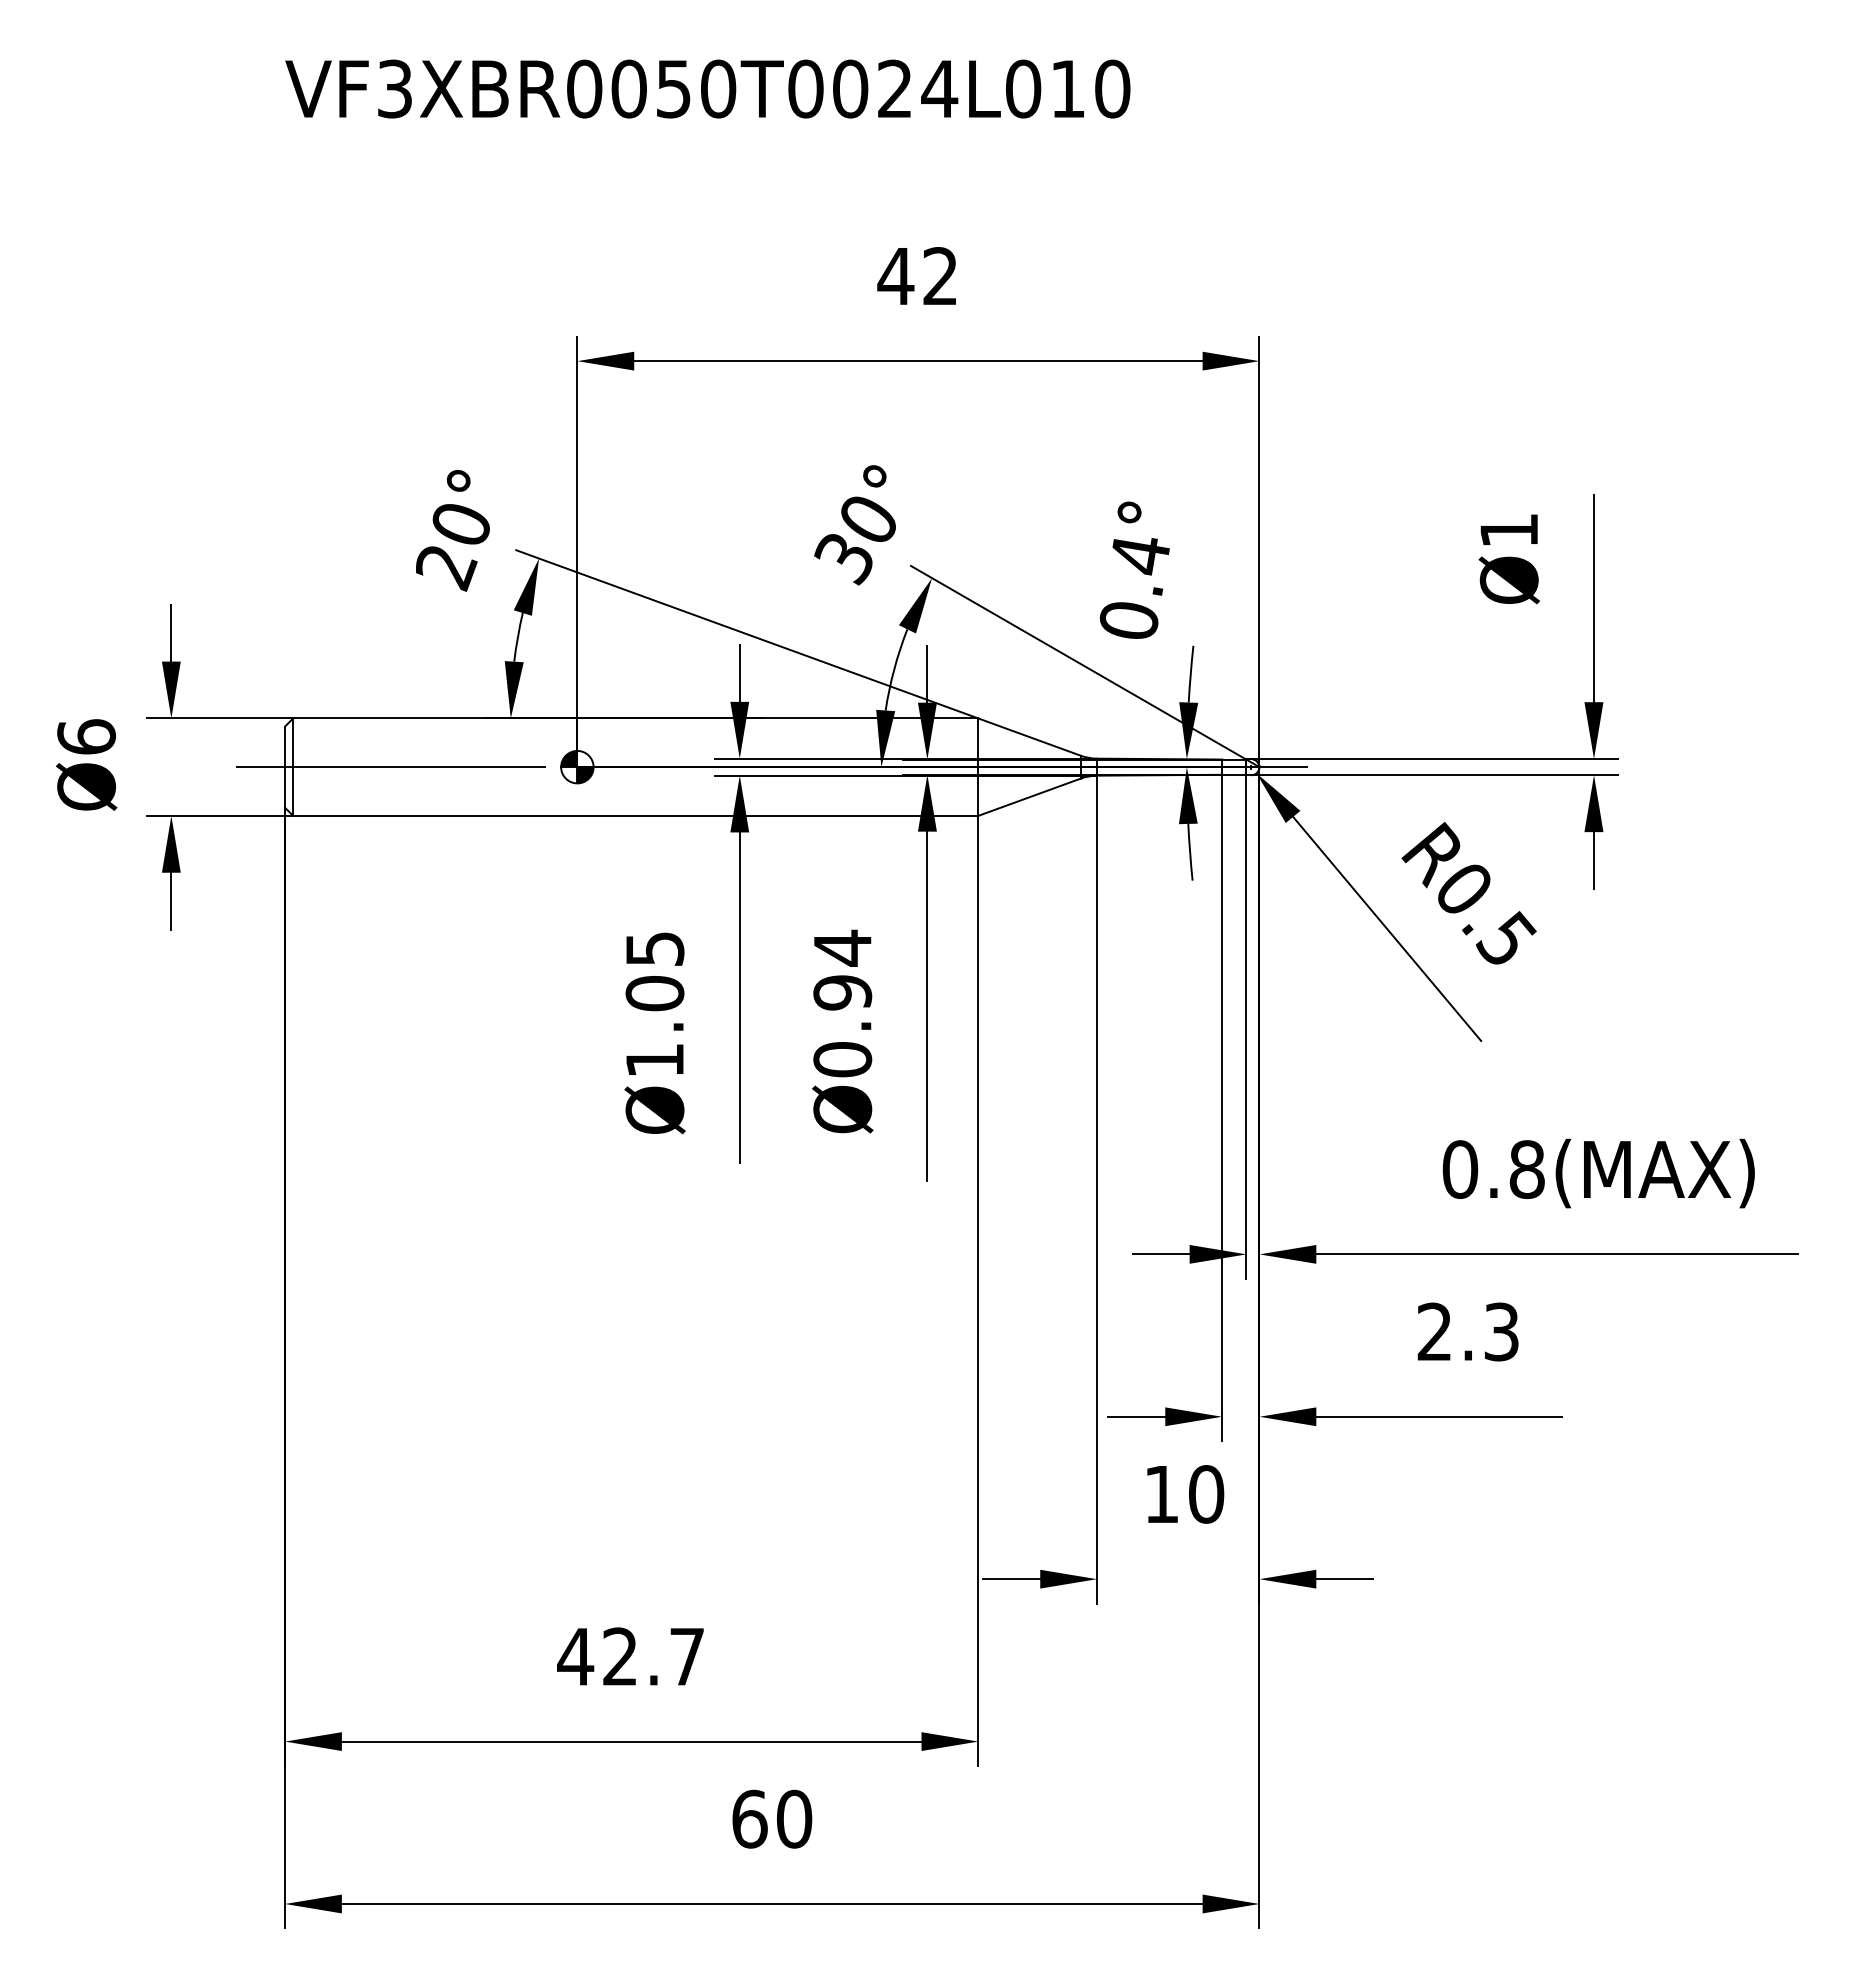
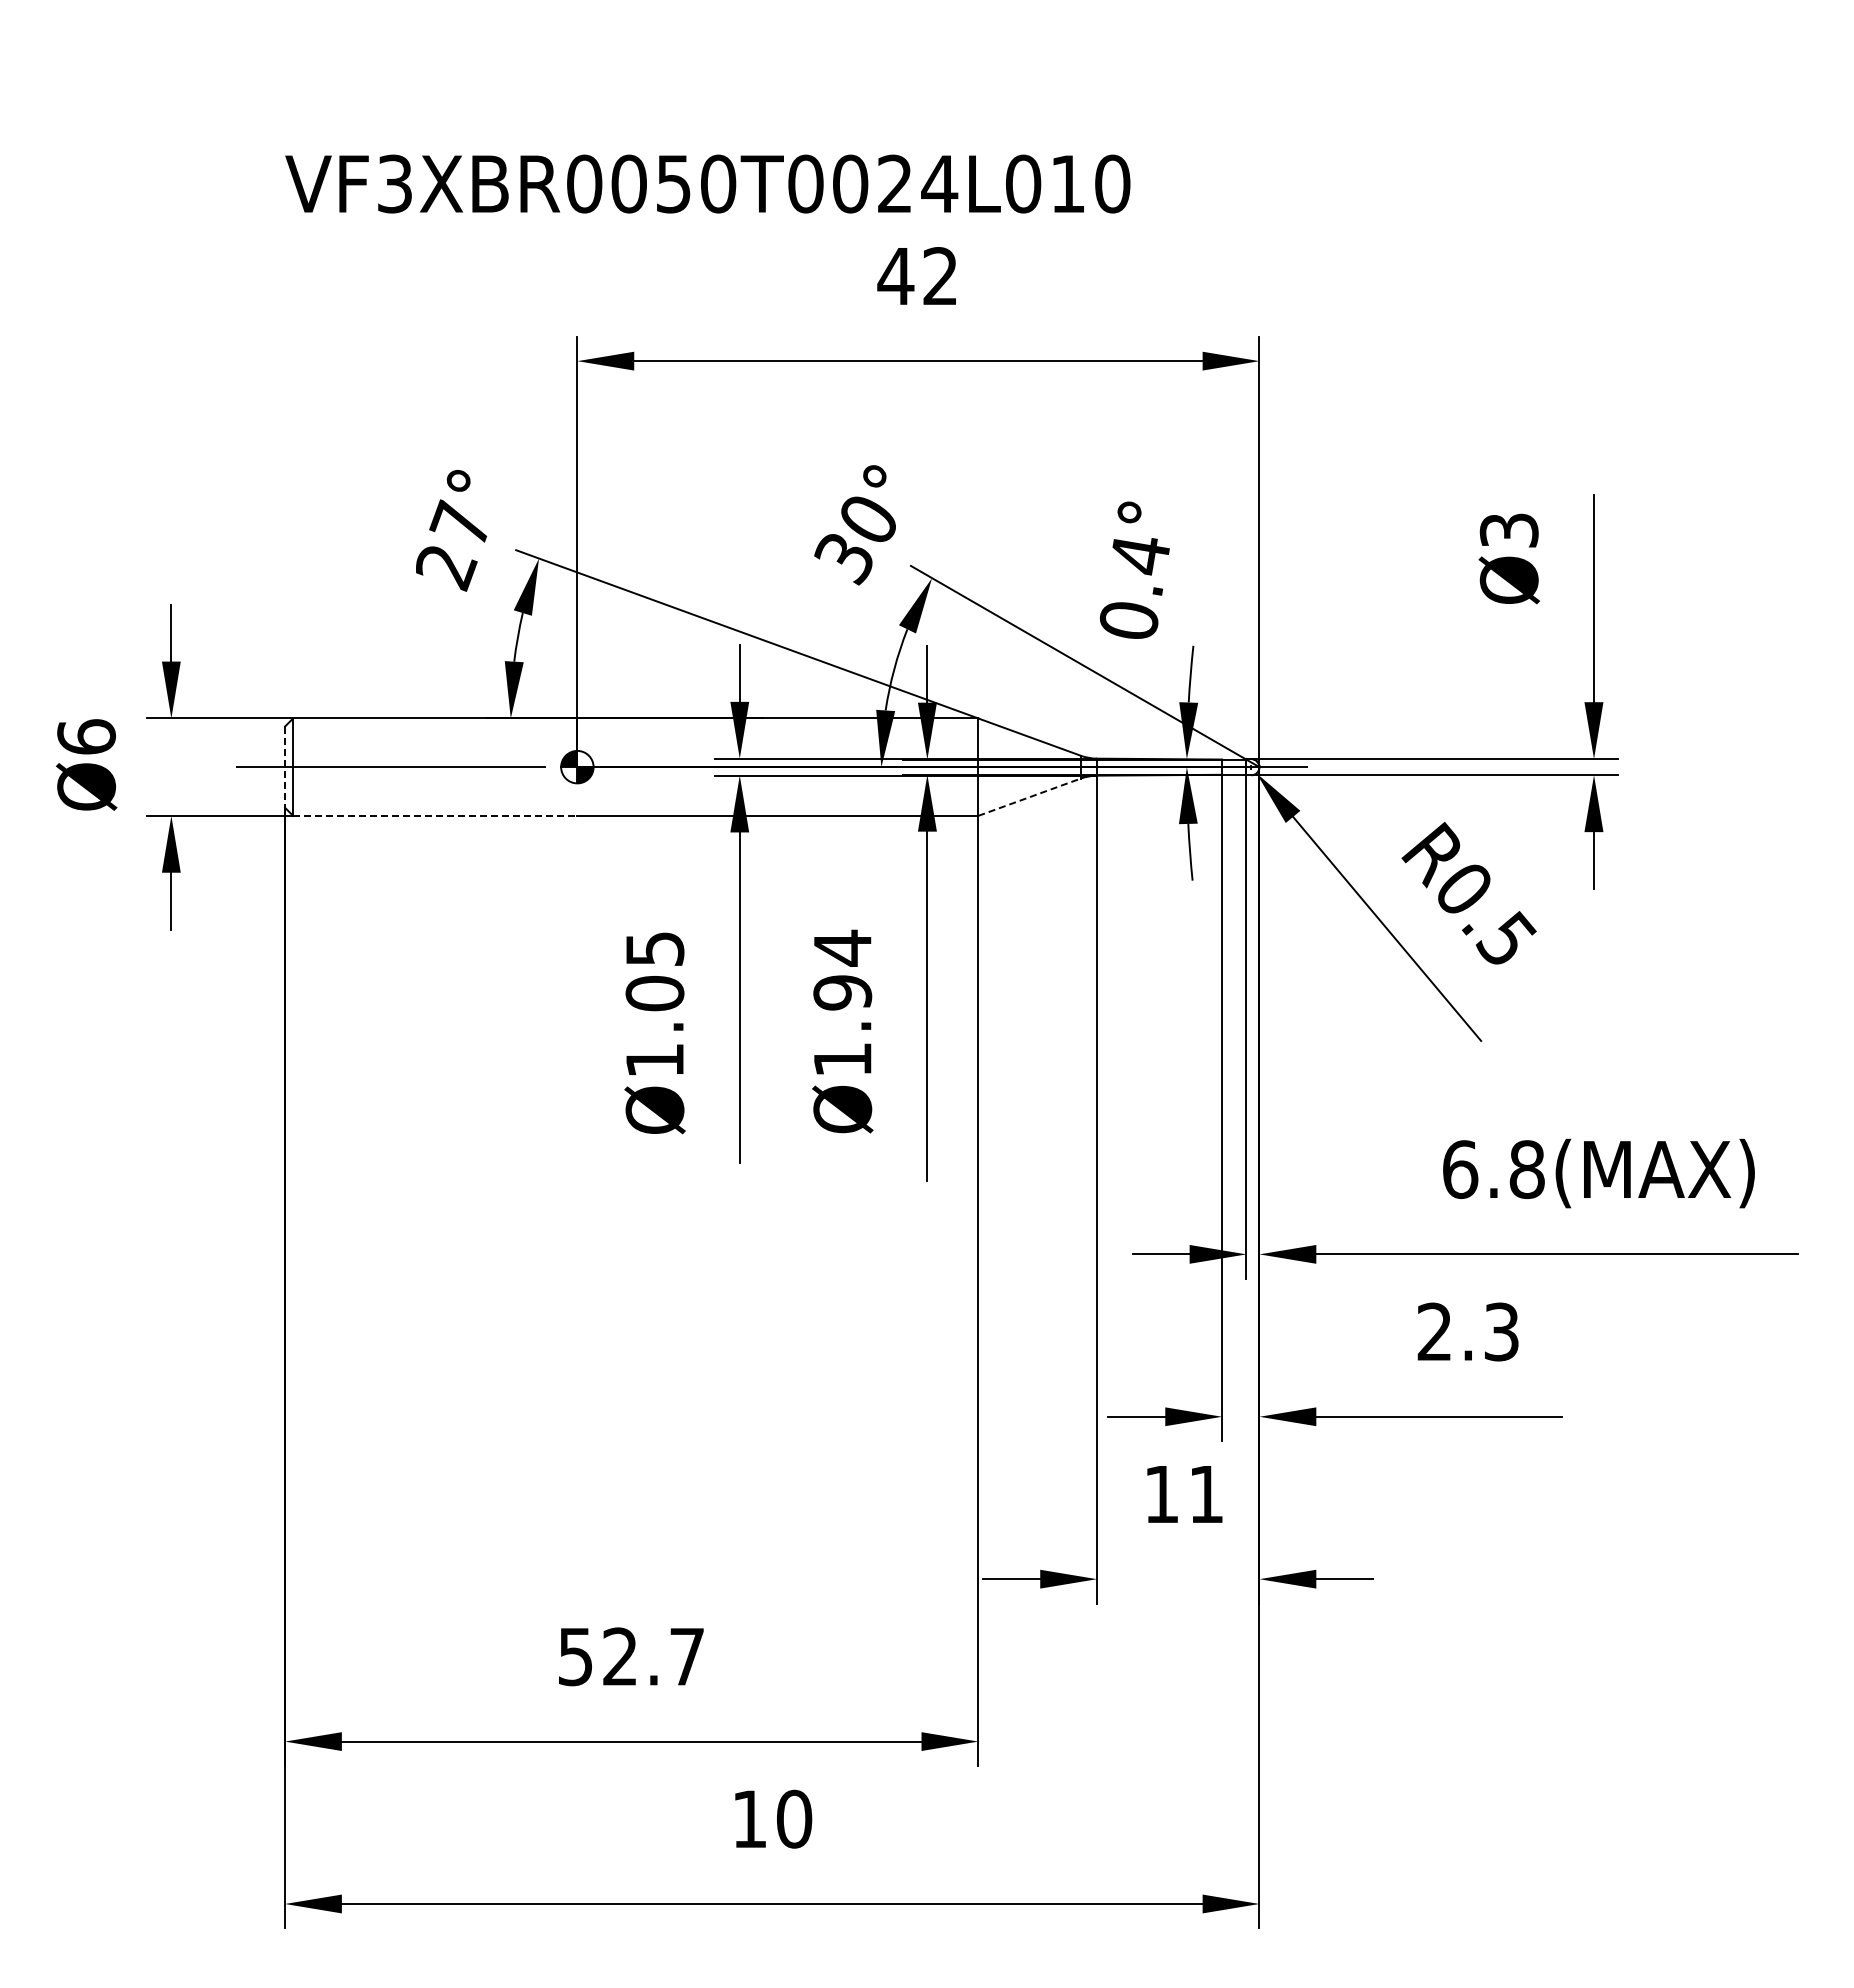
text at (707, 88) position: (707, 88) -> (707, 183)
text at (459, 521): 20° -> 27°
text at (1508, 530): Ø1 -> Ø3
line at (285, 767): solid -> dashed
line at (1030, 797): solid -> dashed
line at (435, 815): solid -> dashed
text at (842, 1059): Ø0.94 -> Ø1.94
text at (1460, 1169): 0.8(MAX) -> 6.8(MAX)
text at (1206, 1494): 10 -> 11
text at (575, 1657): 42.7 -> 52.7
text at (749, 1818): 60 -> 10
